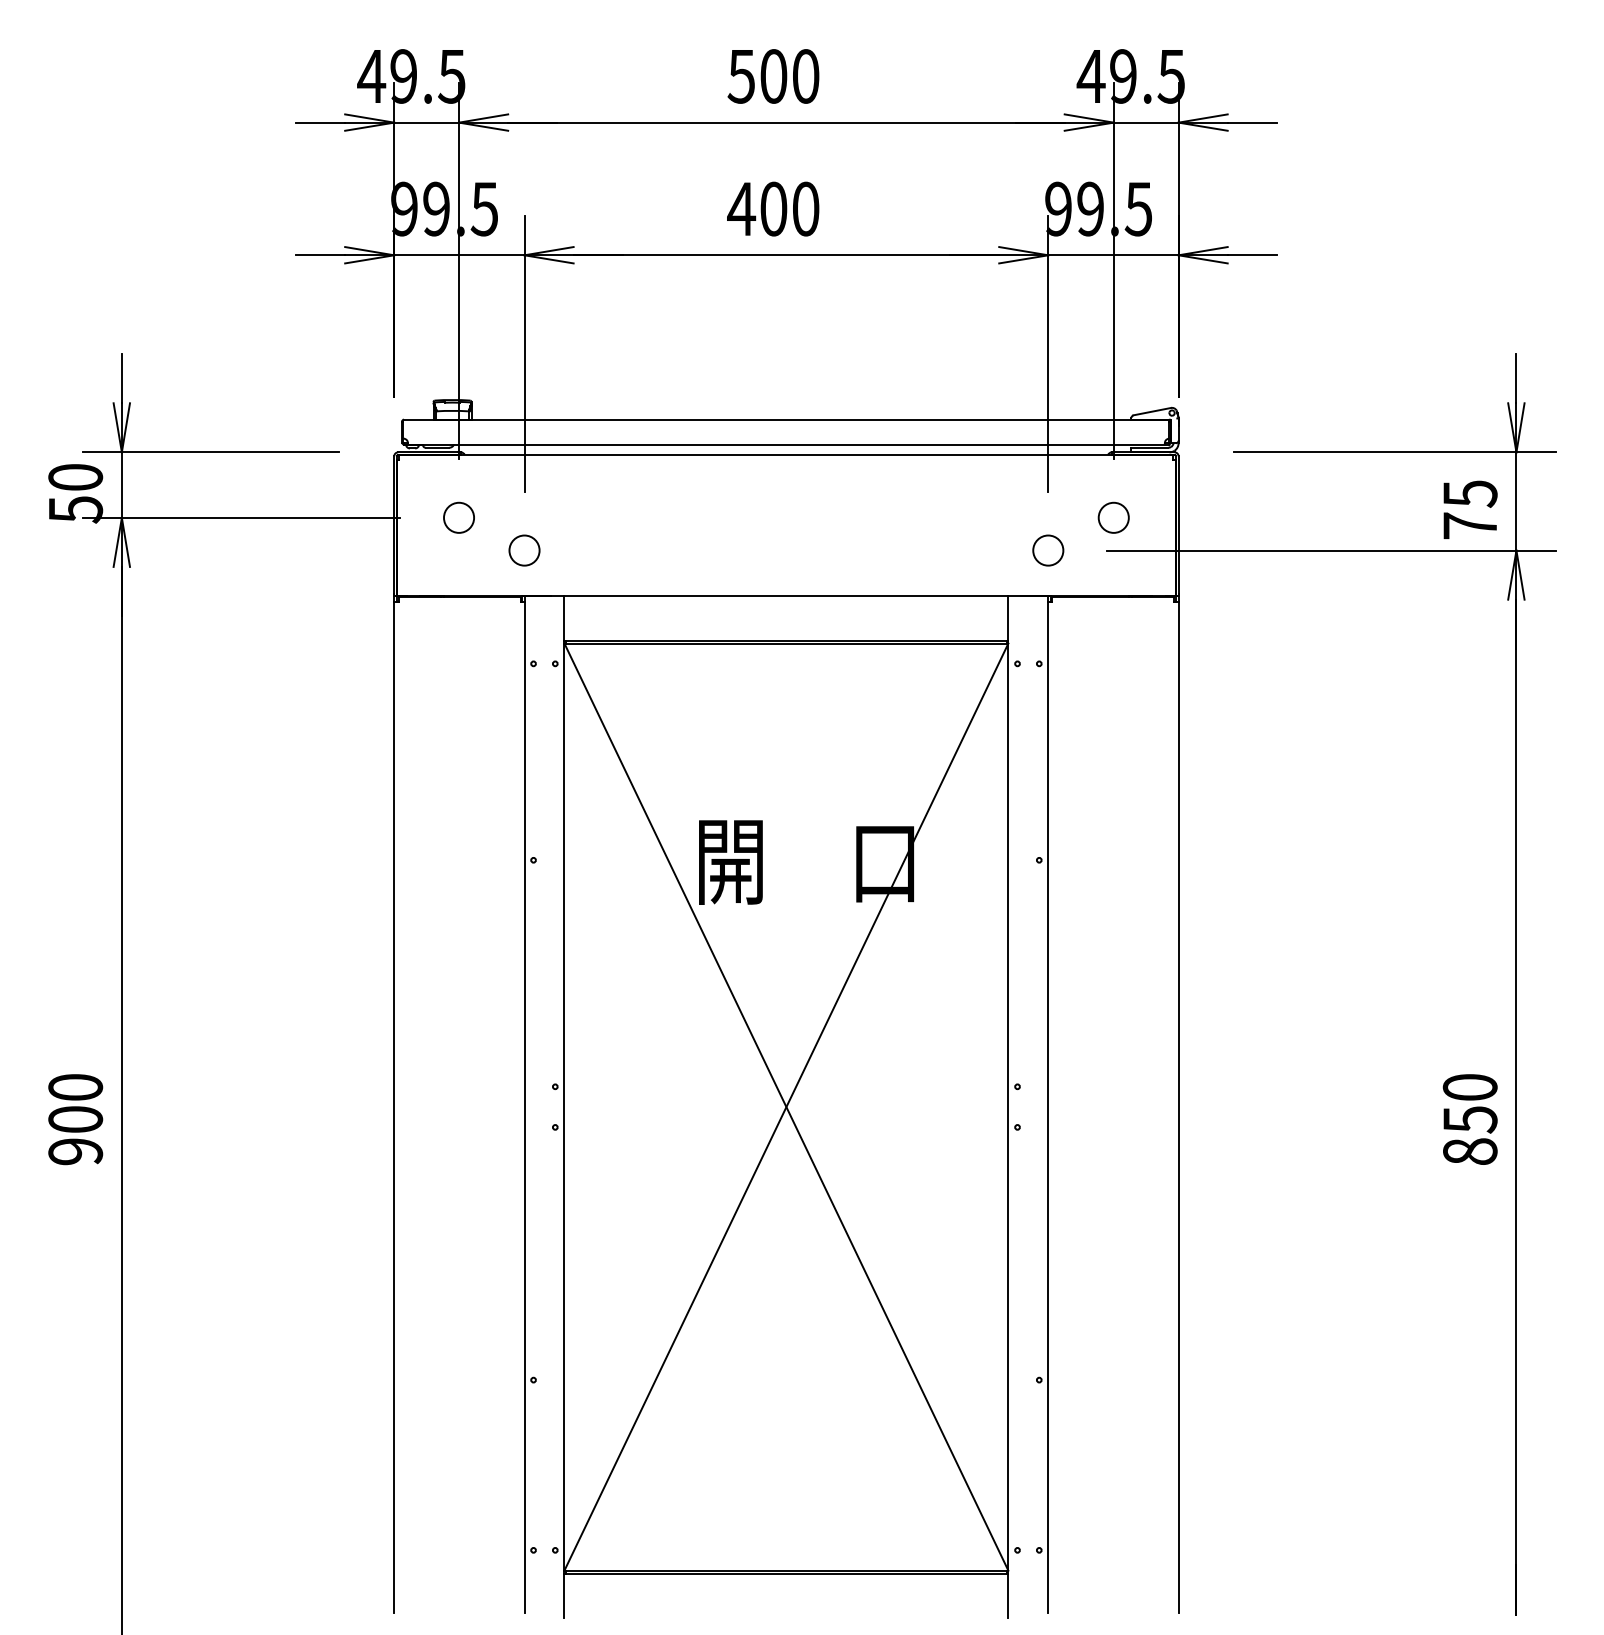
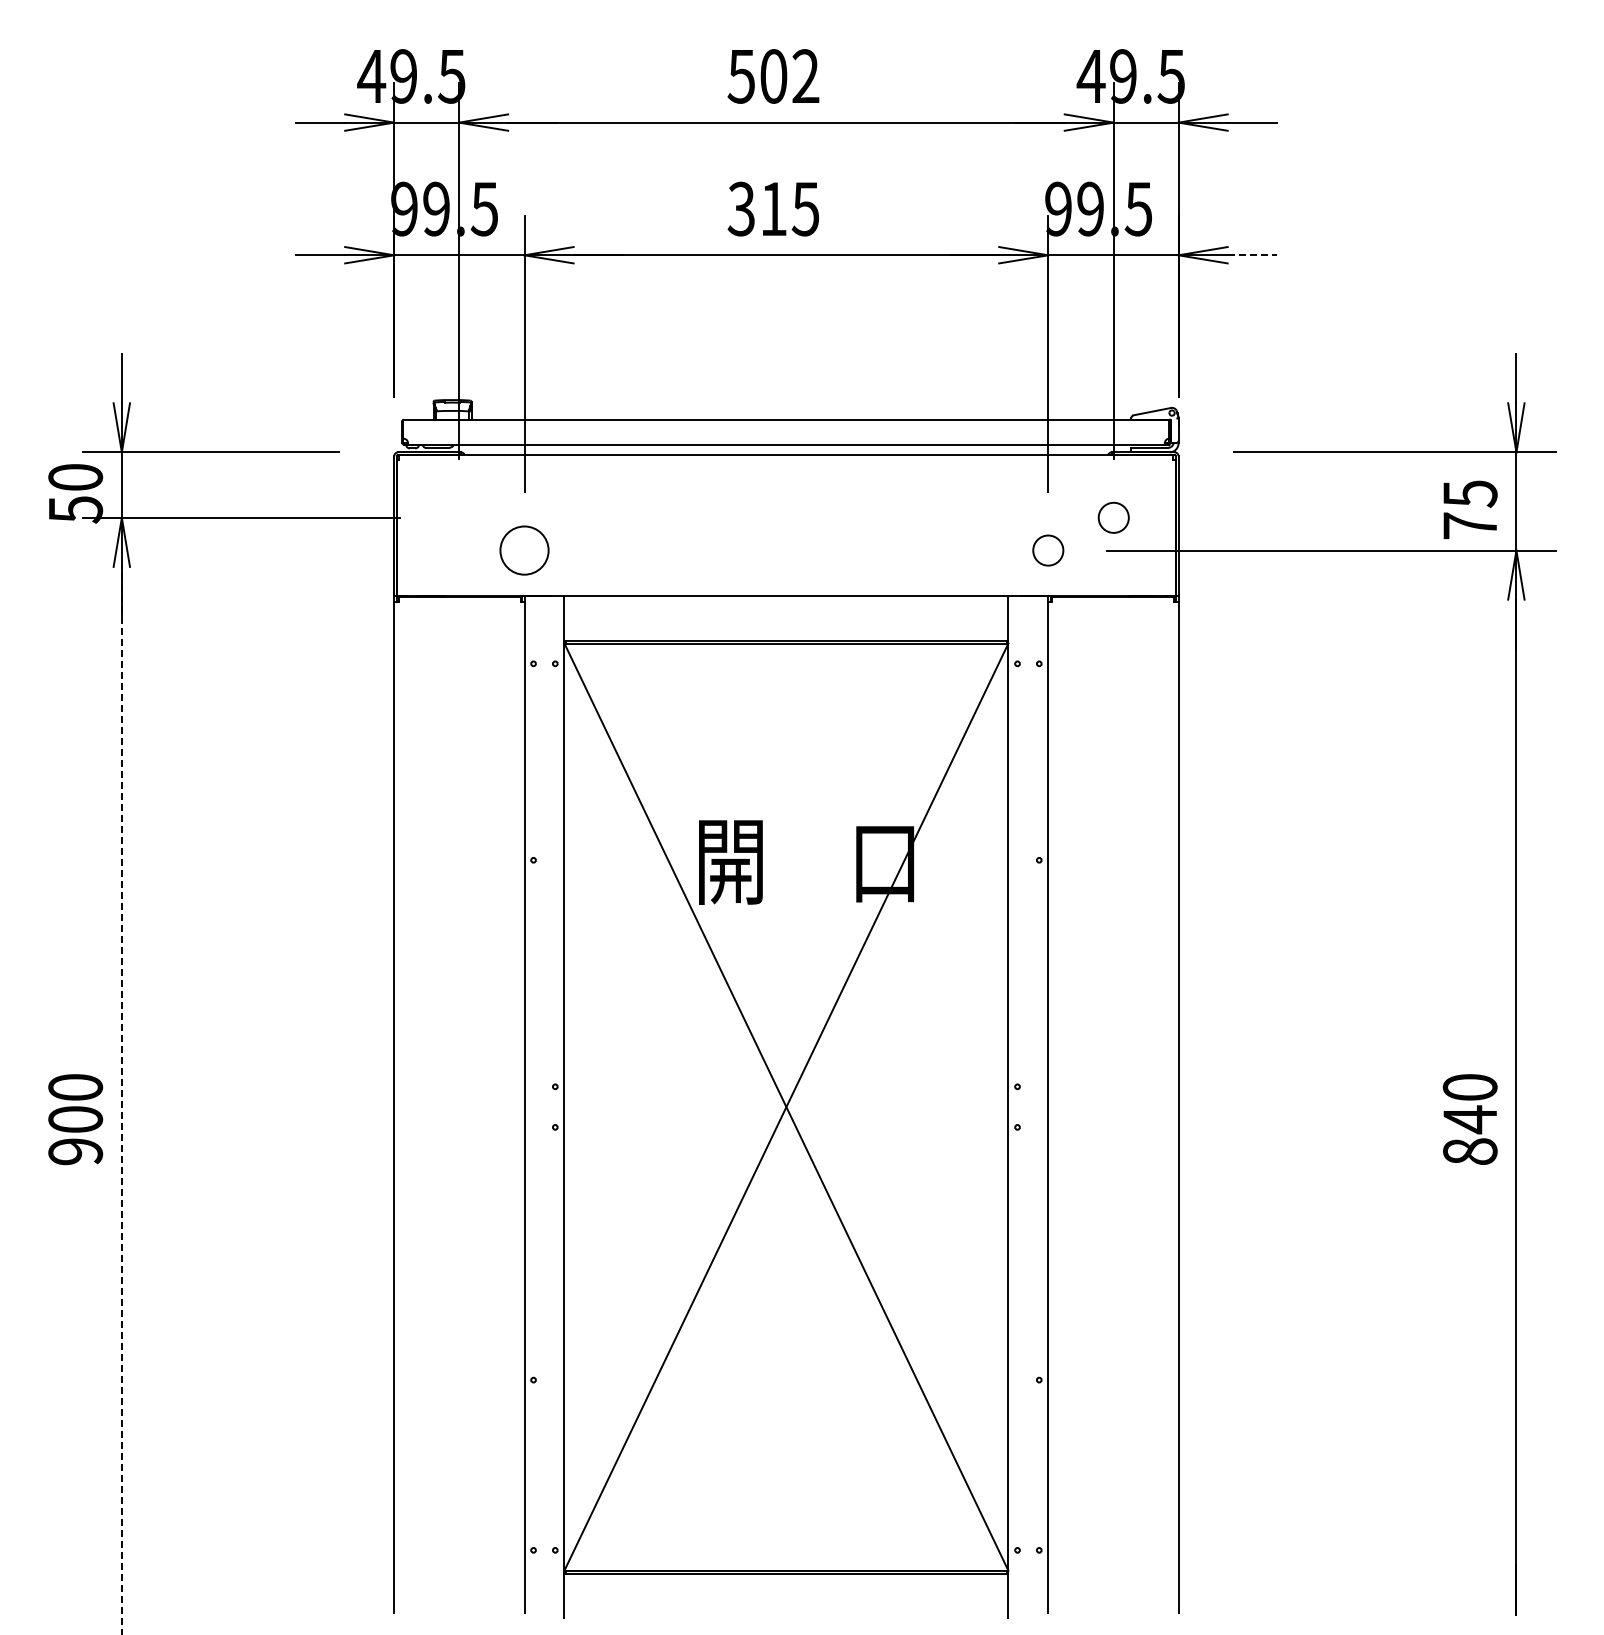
text at (805, 76): 500 -> 502
text at (773, 208): 400 -> 315
line at (1252, 255): solid -> dashed
circle at (458, 517): present -> none
circle at (524, 550) diameter: 30 px -> 48 px
line at (121, 1100): solid -> dashed
text at (1470, 1119): 850 -> 840
